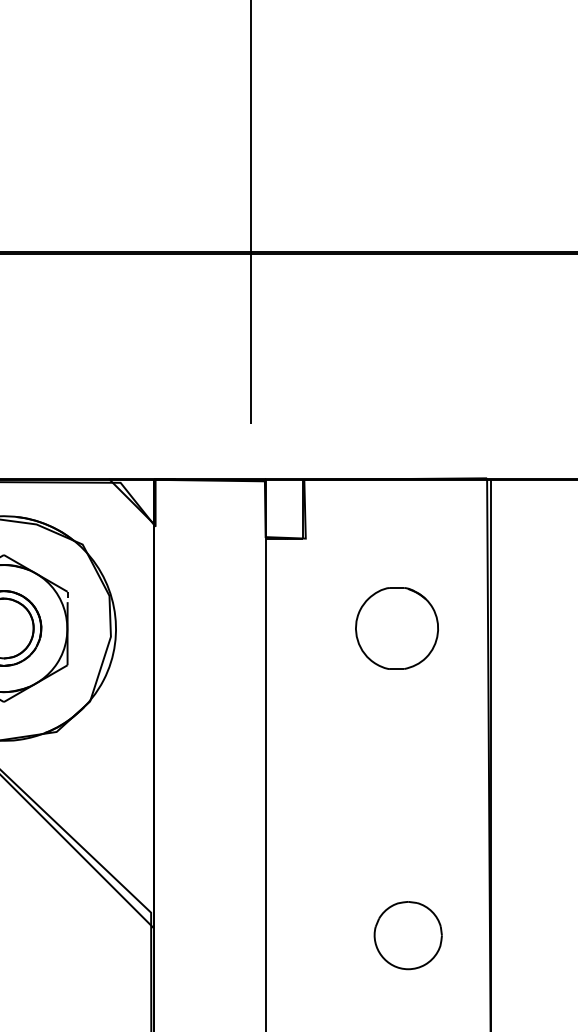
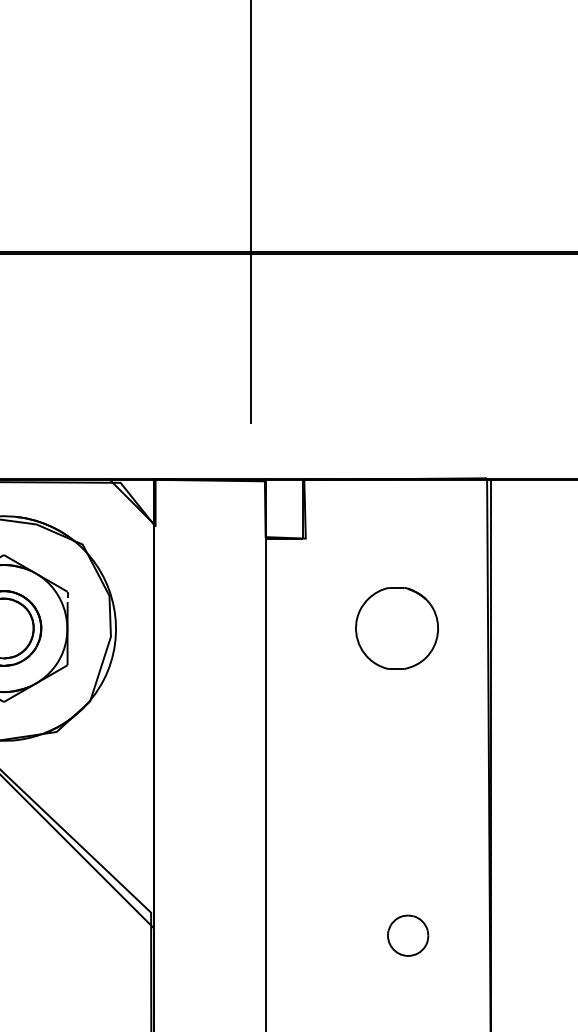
part at (407, 935) size: 70x70 px -> 43x43 px
